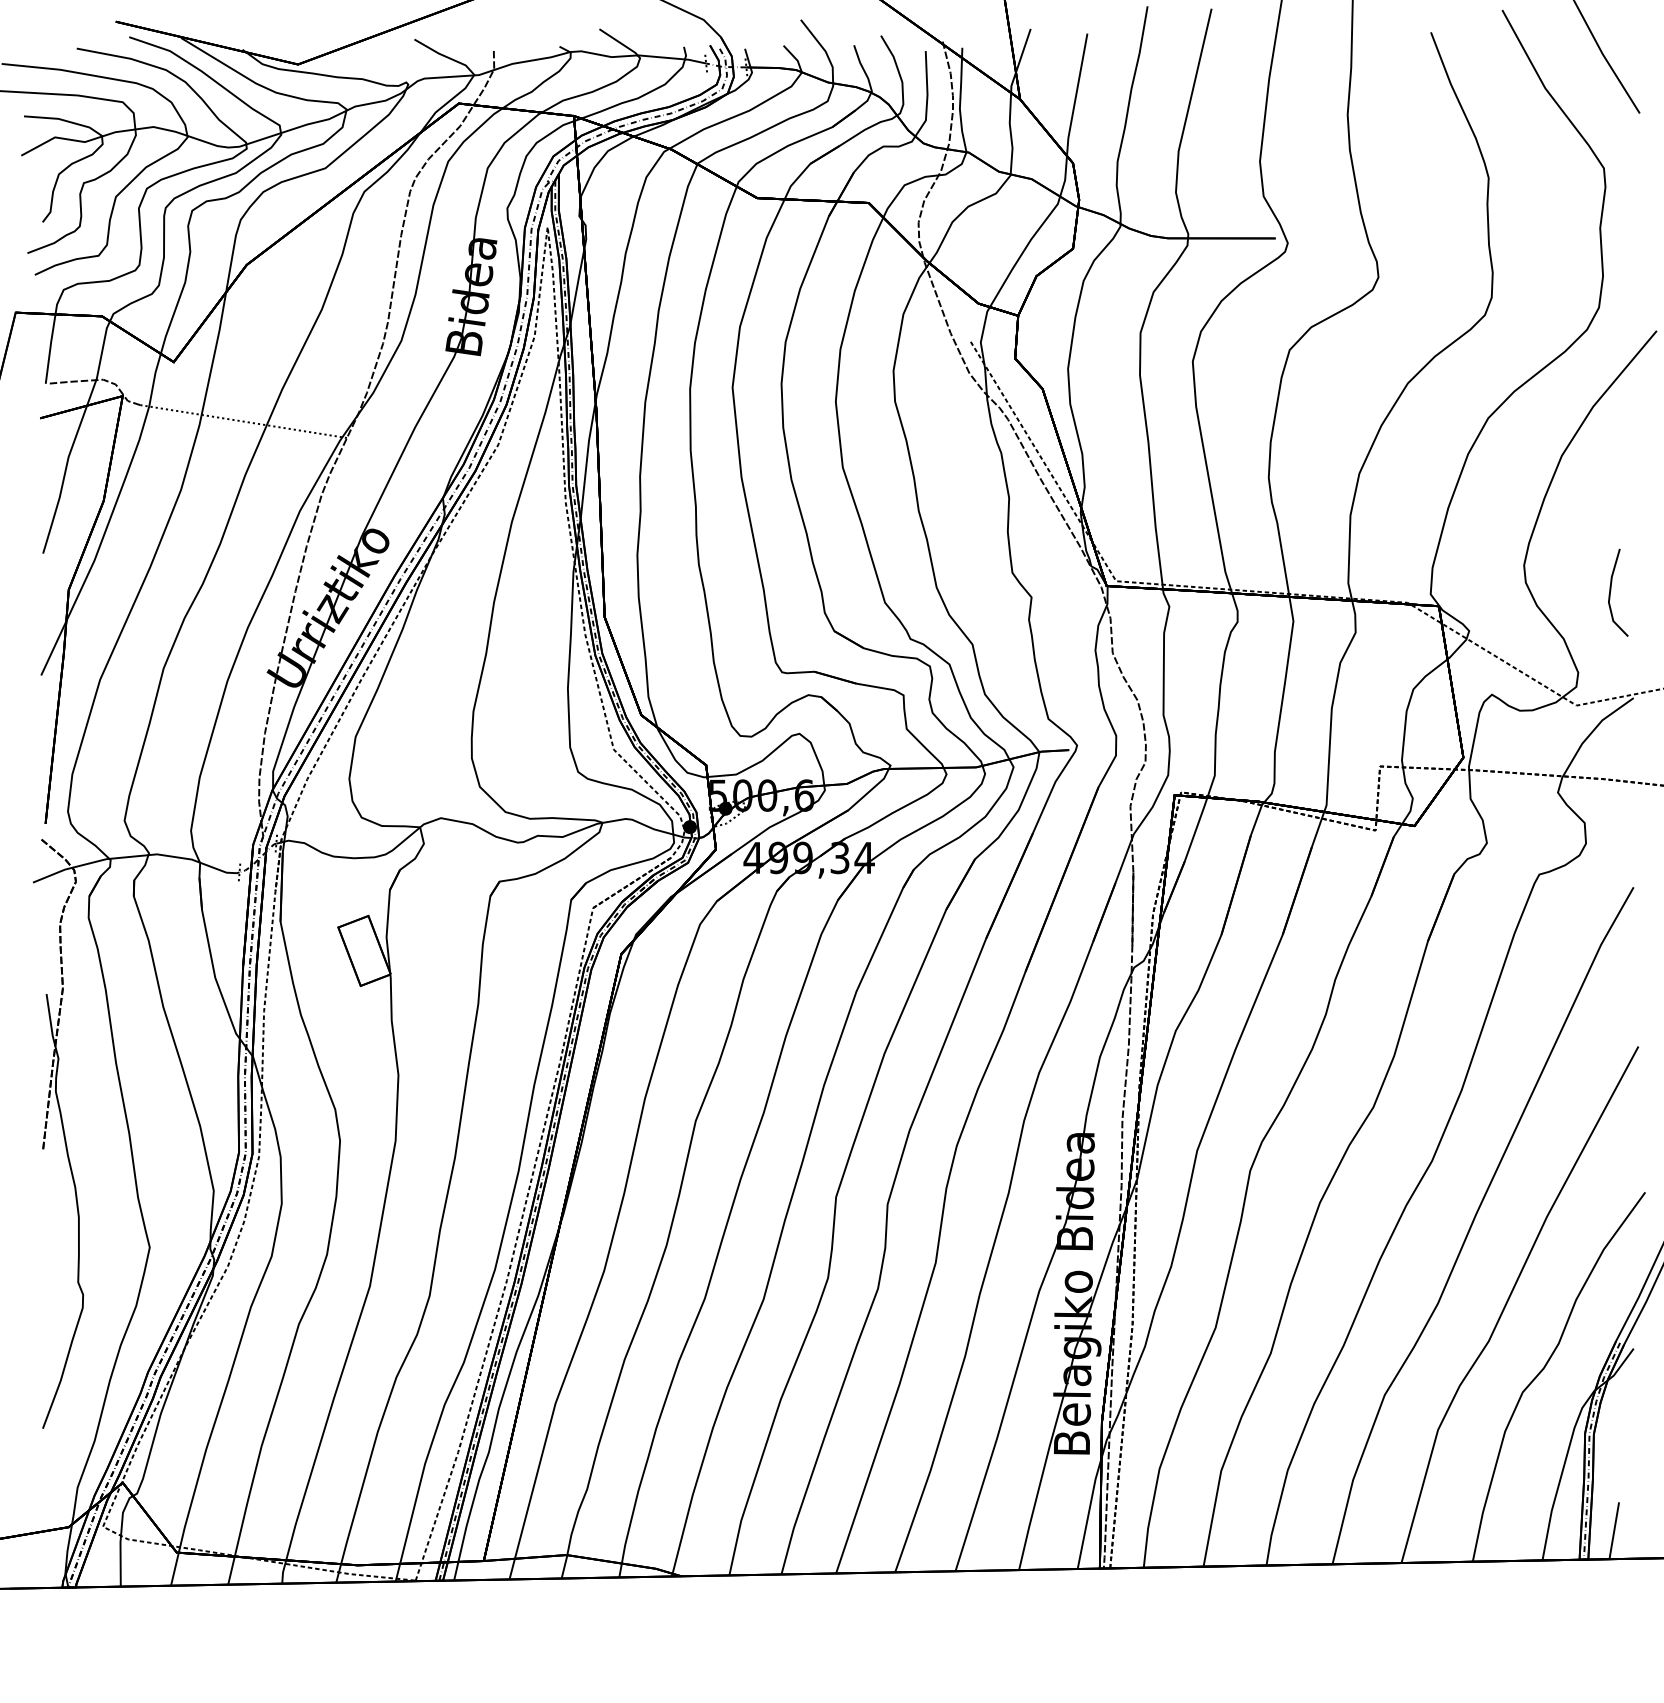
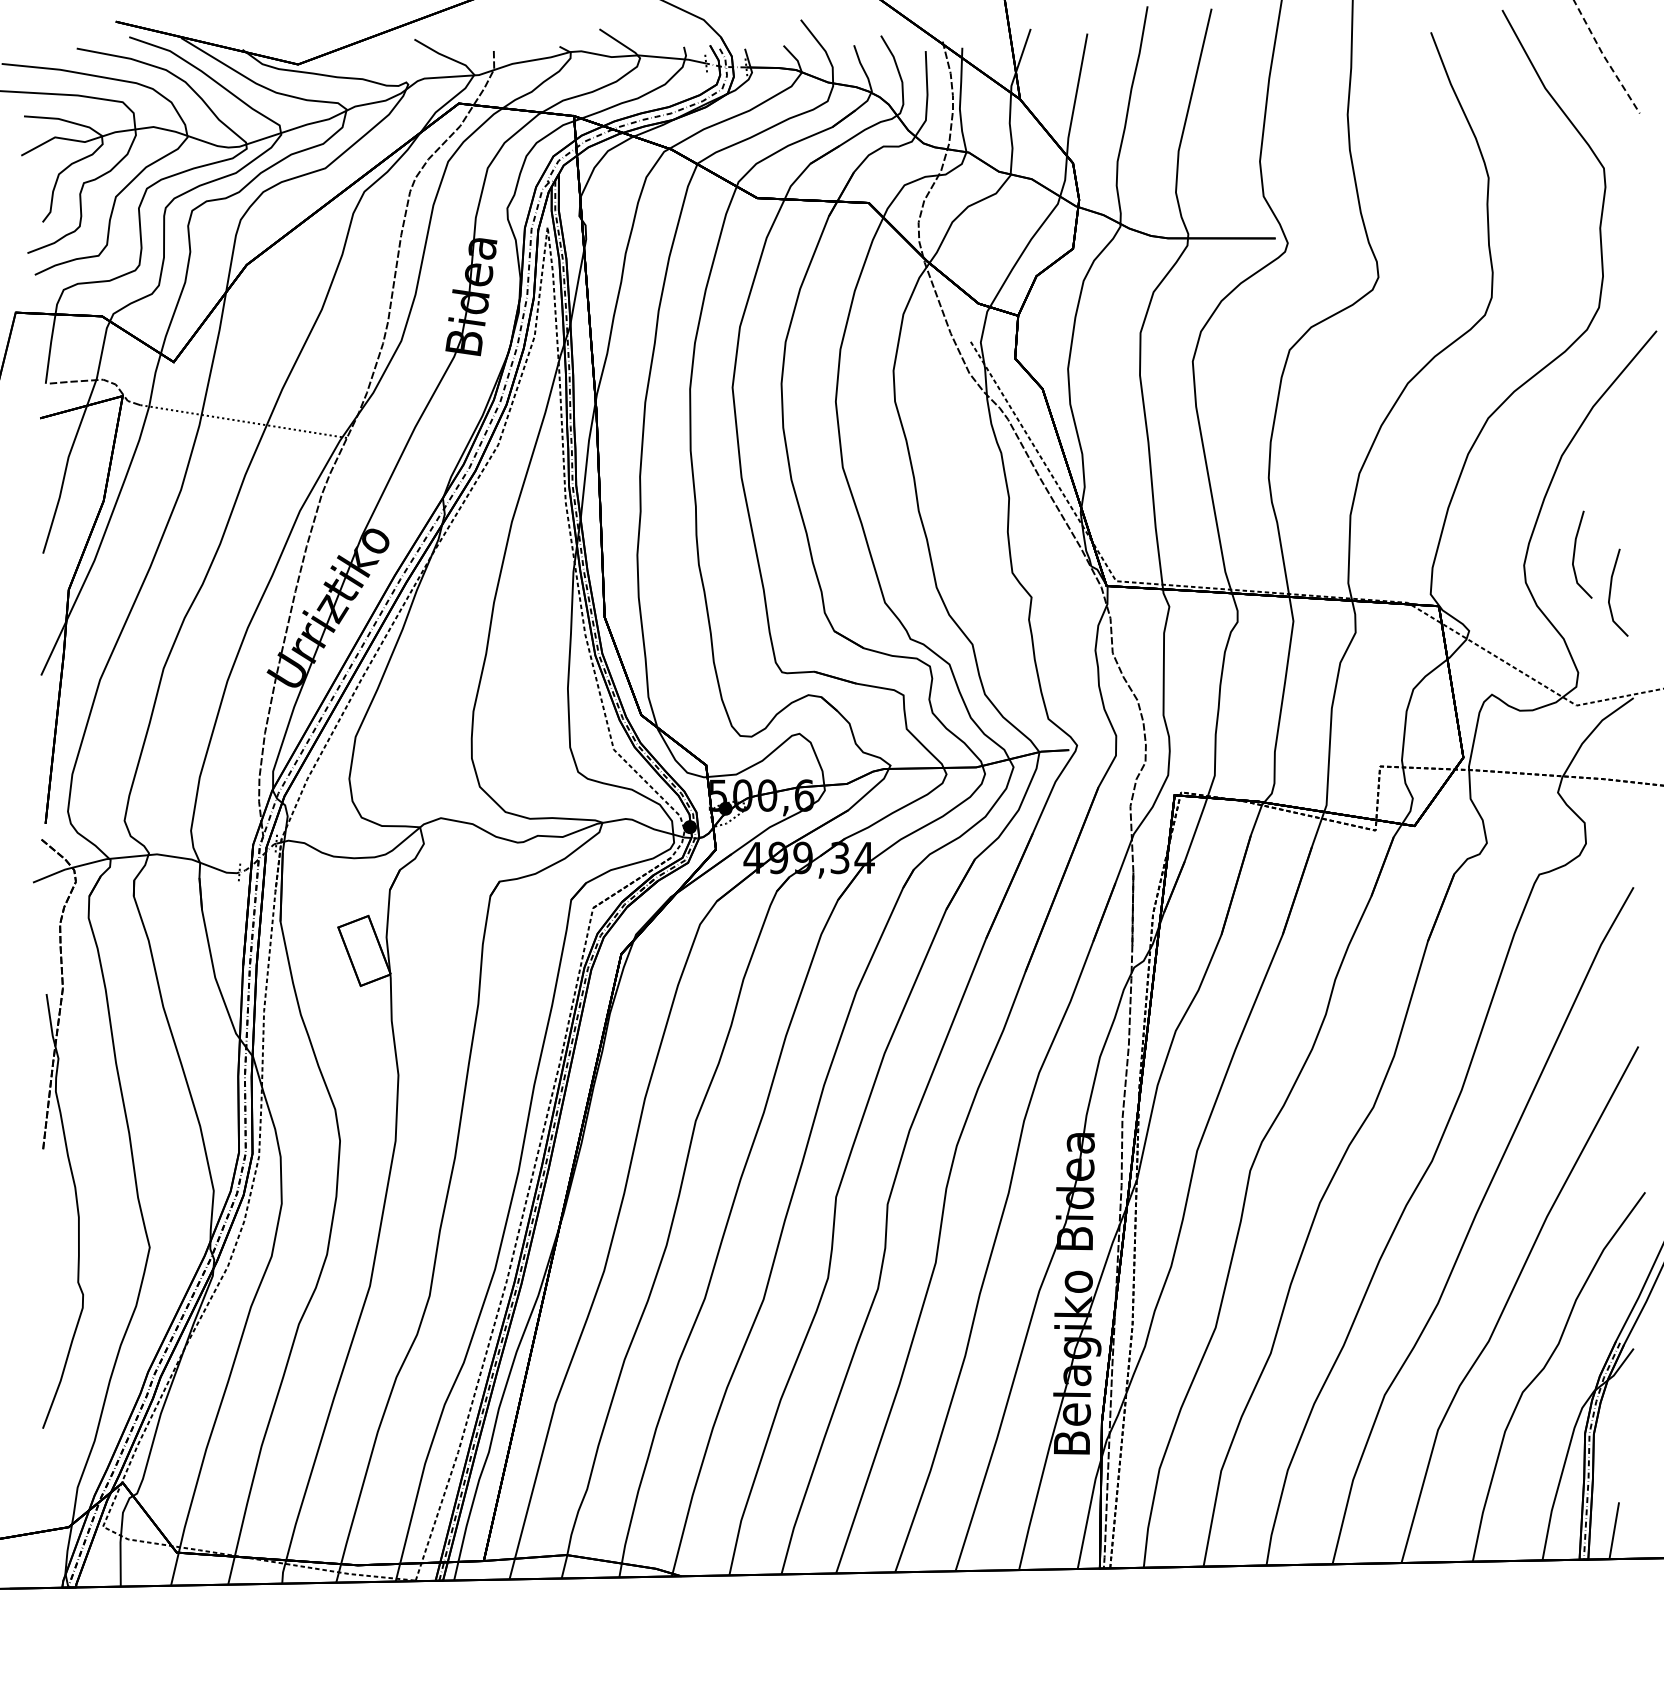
line at (1604, 57): solid -> dashed
line at (1575, 552): none -> present
